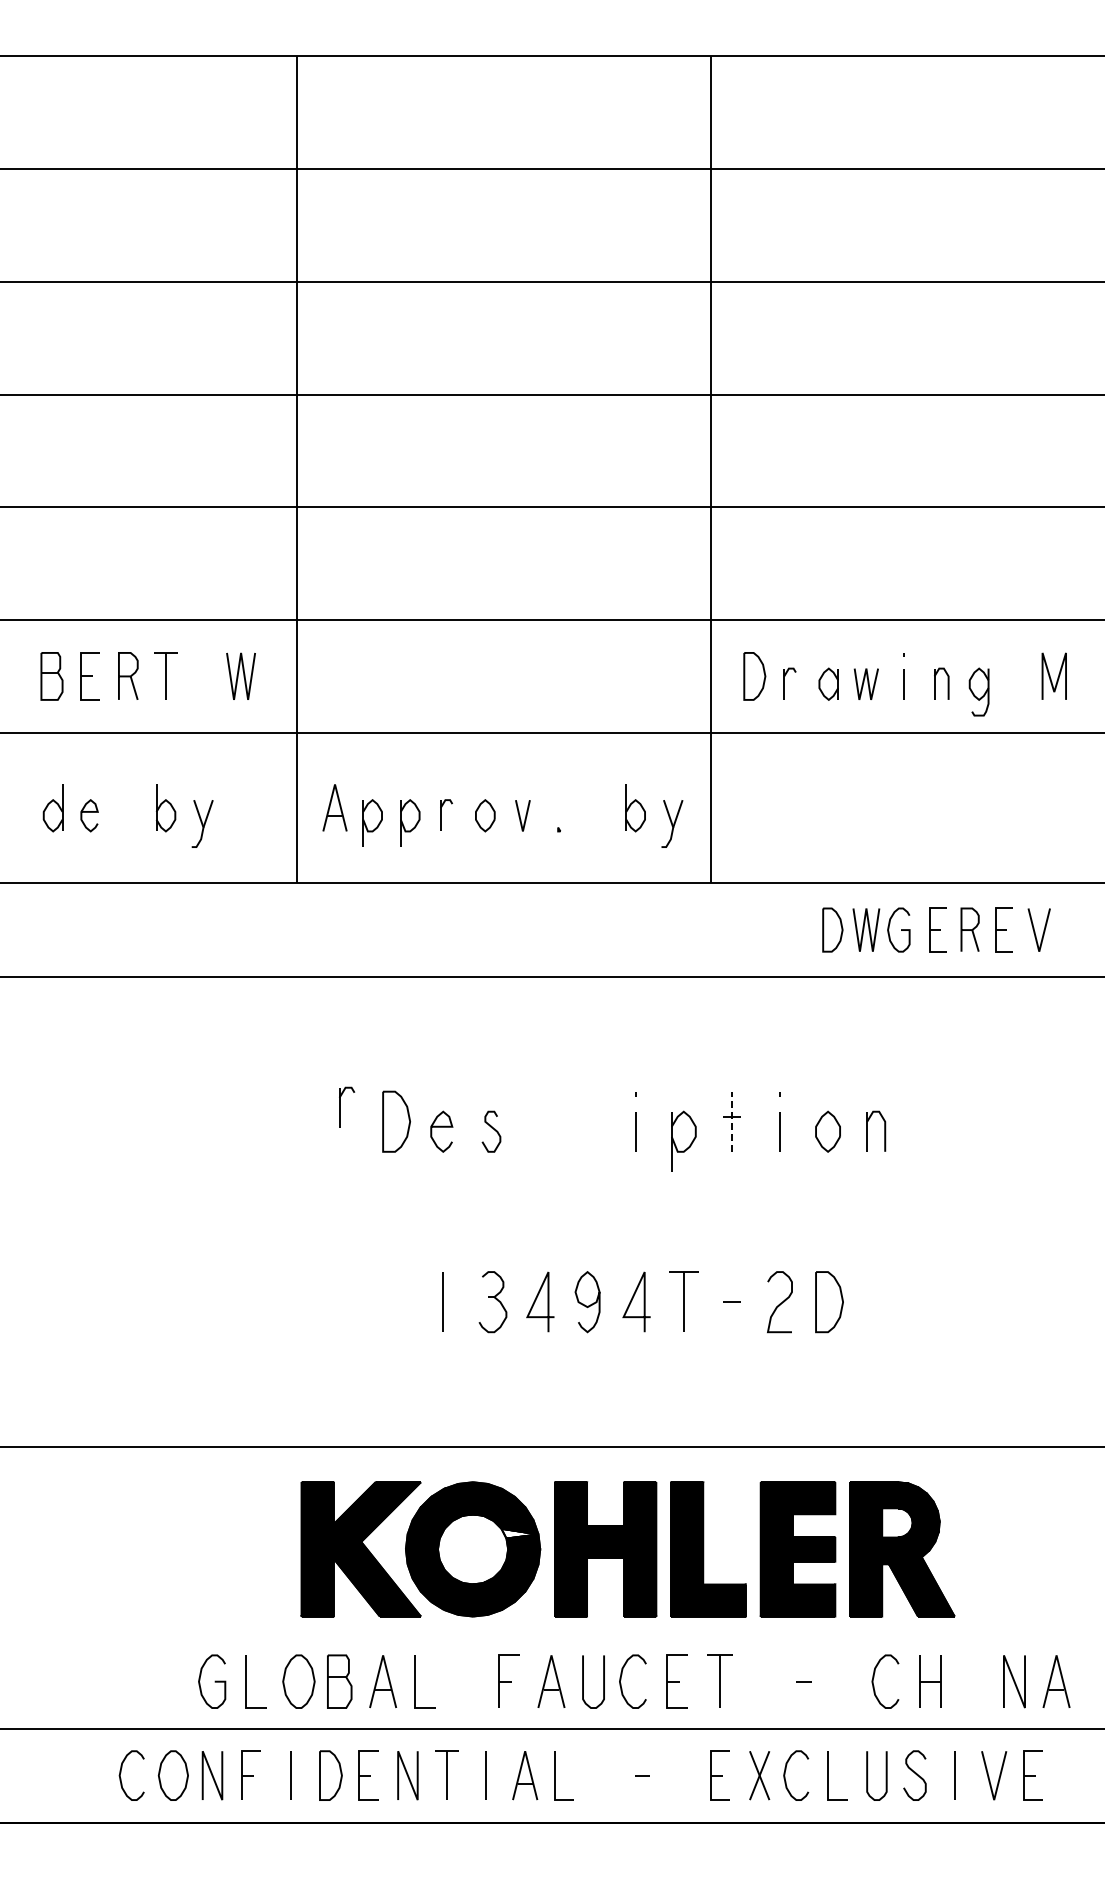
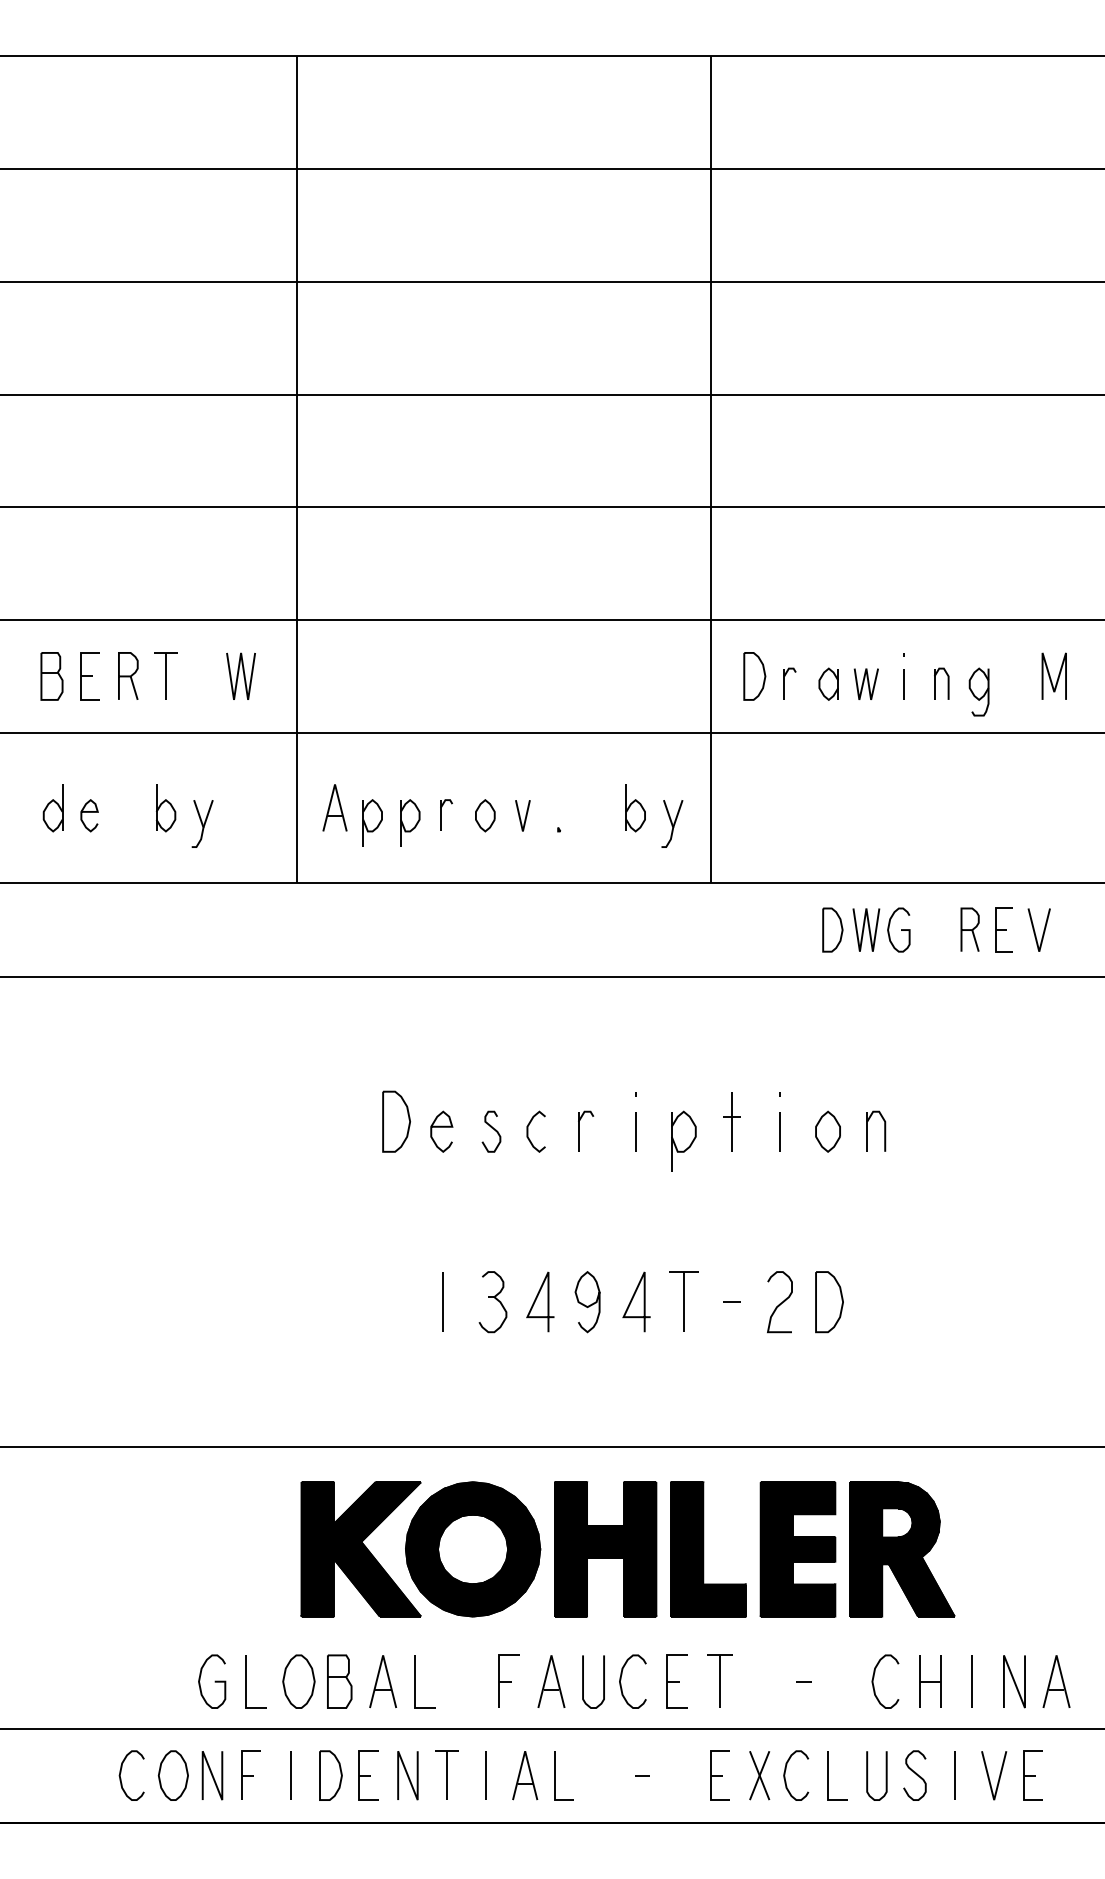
part at (937, 929): present -> none
part at (340, 1106) position: (340, 1106) -> (579, 1130)
line at (731, 1121): dashed -> solid
curve at (528, 1131): none -> present
fill at (519, 1533): none -> present
line at (971, 1681): none -> present
